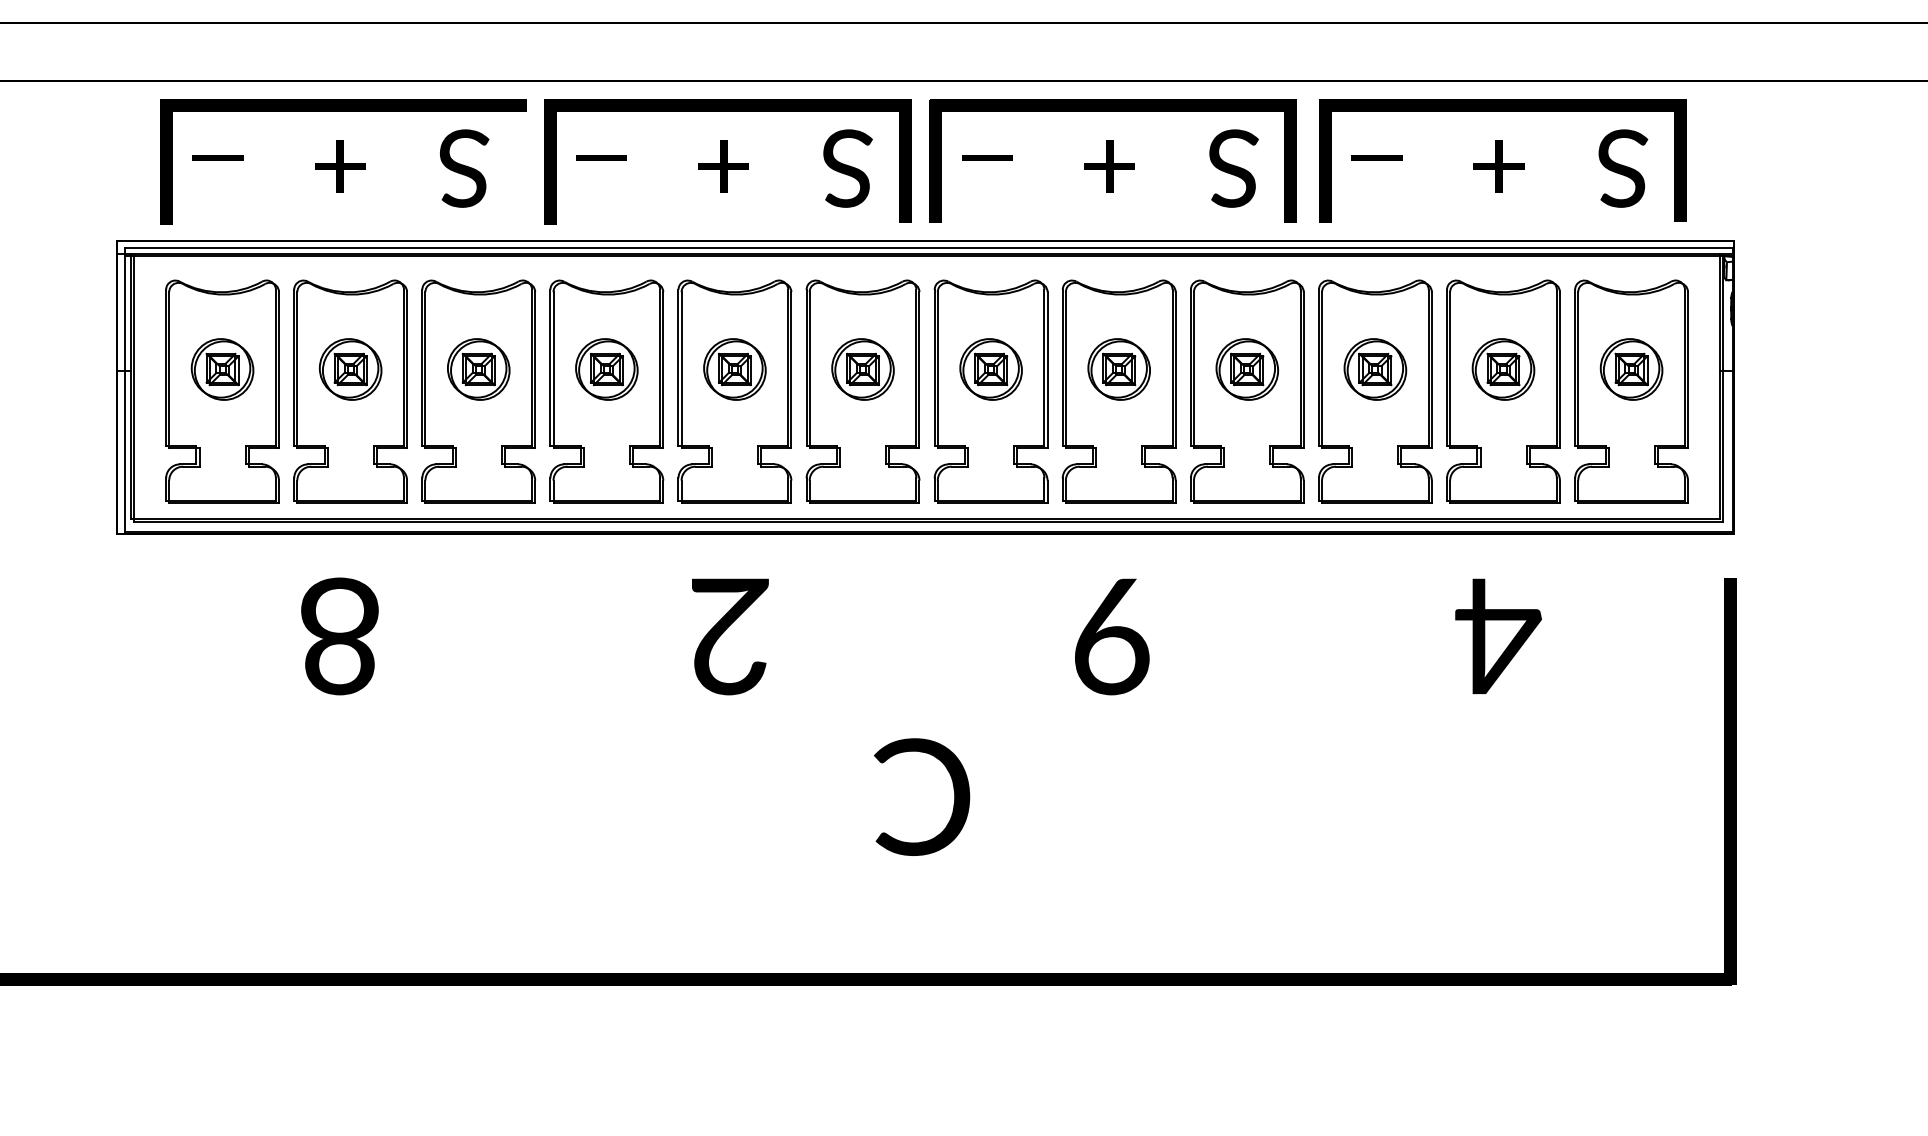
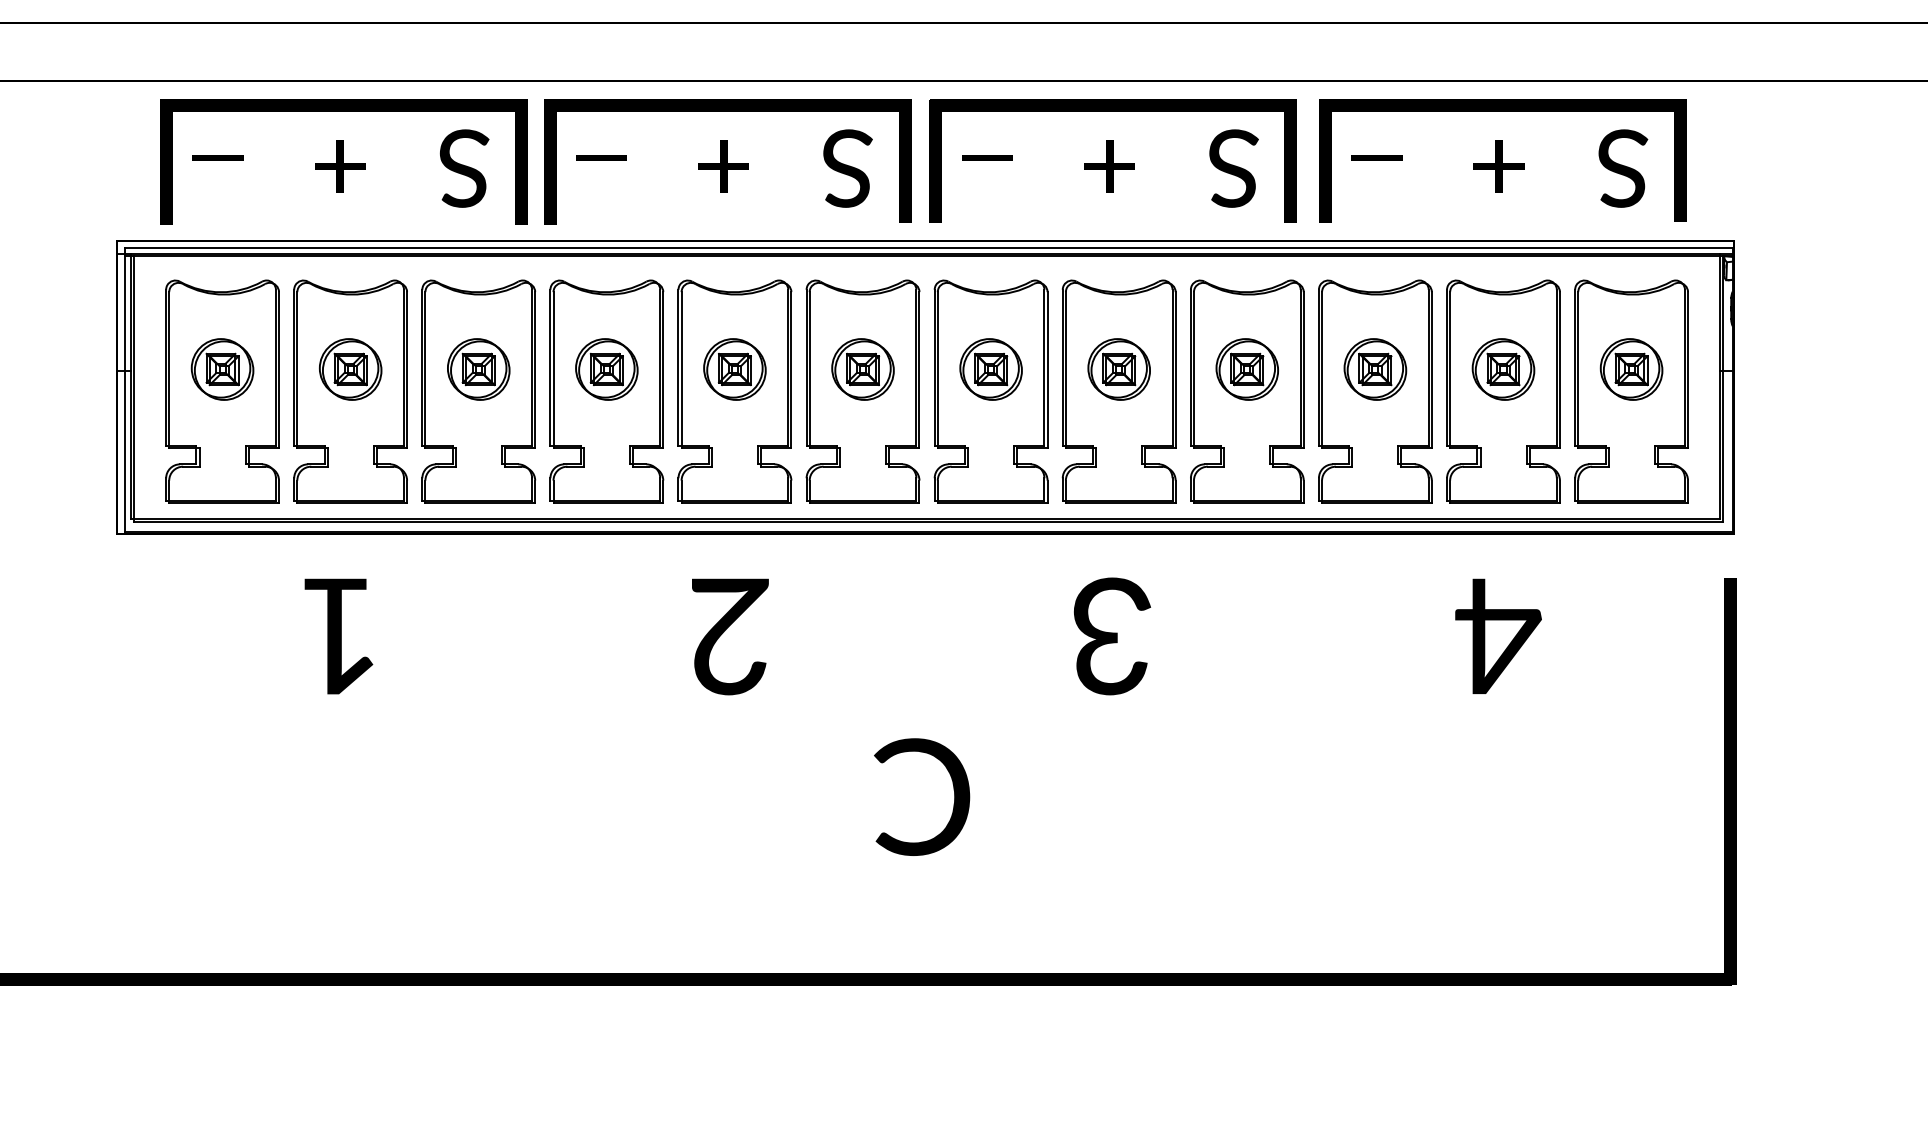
fill at (520, 162): none -> present
text at (339, 636): 8 -> 1
text at (1112, 636): 9 -> 3
